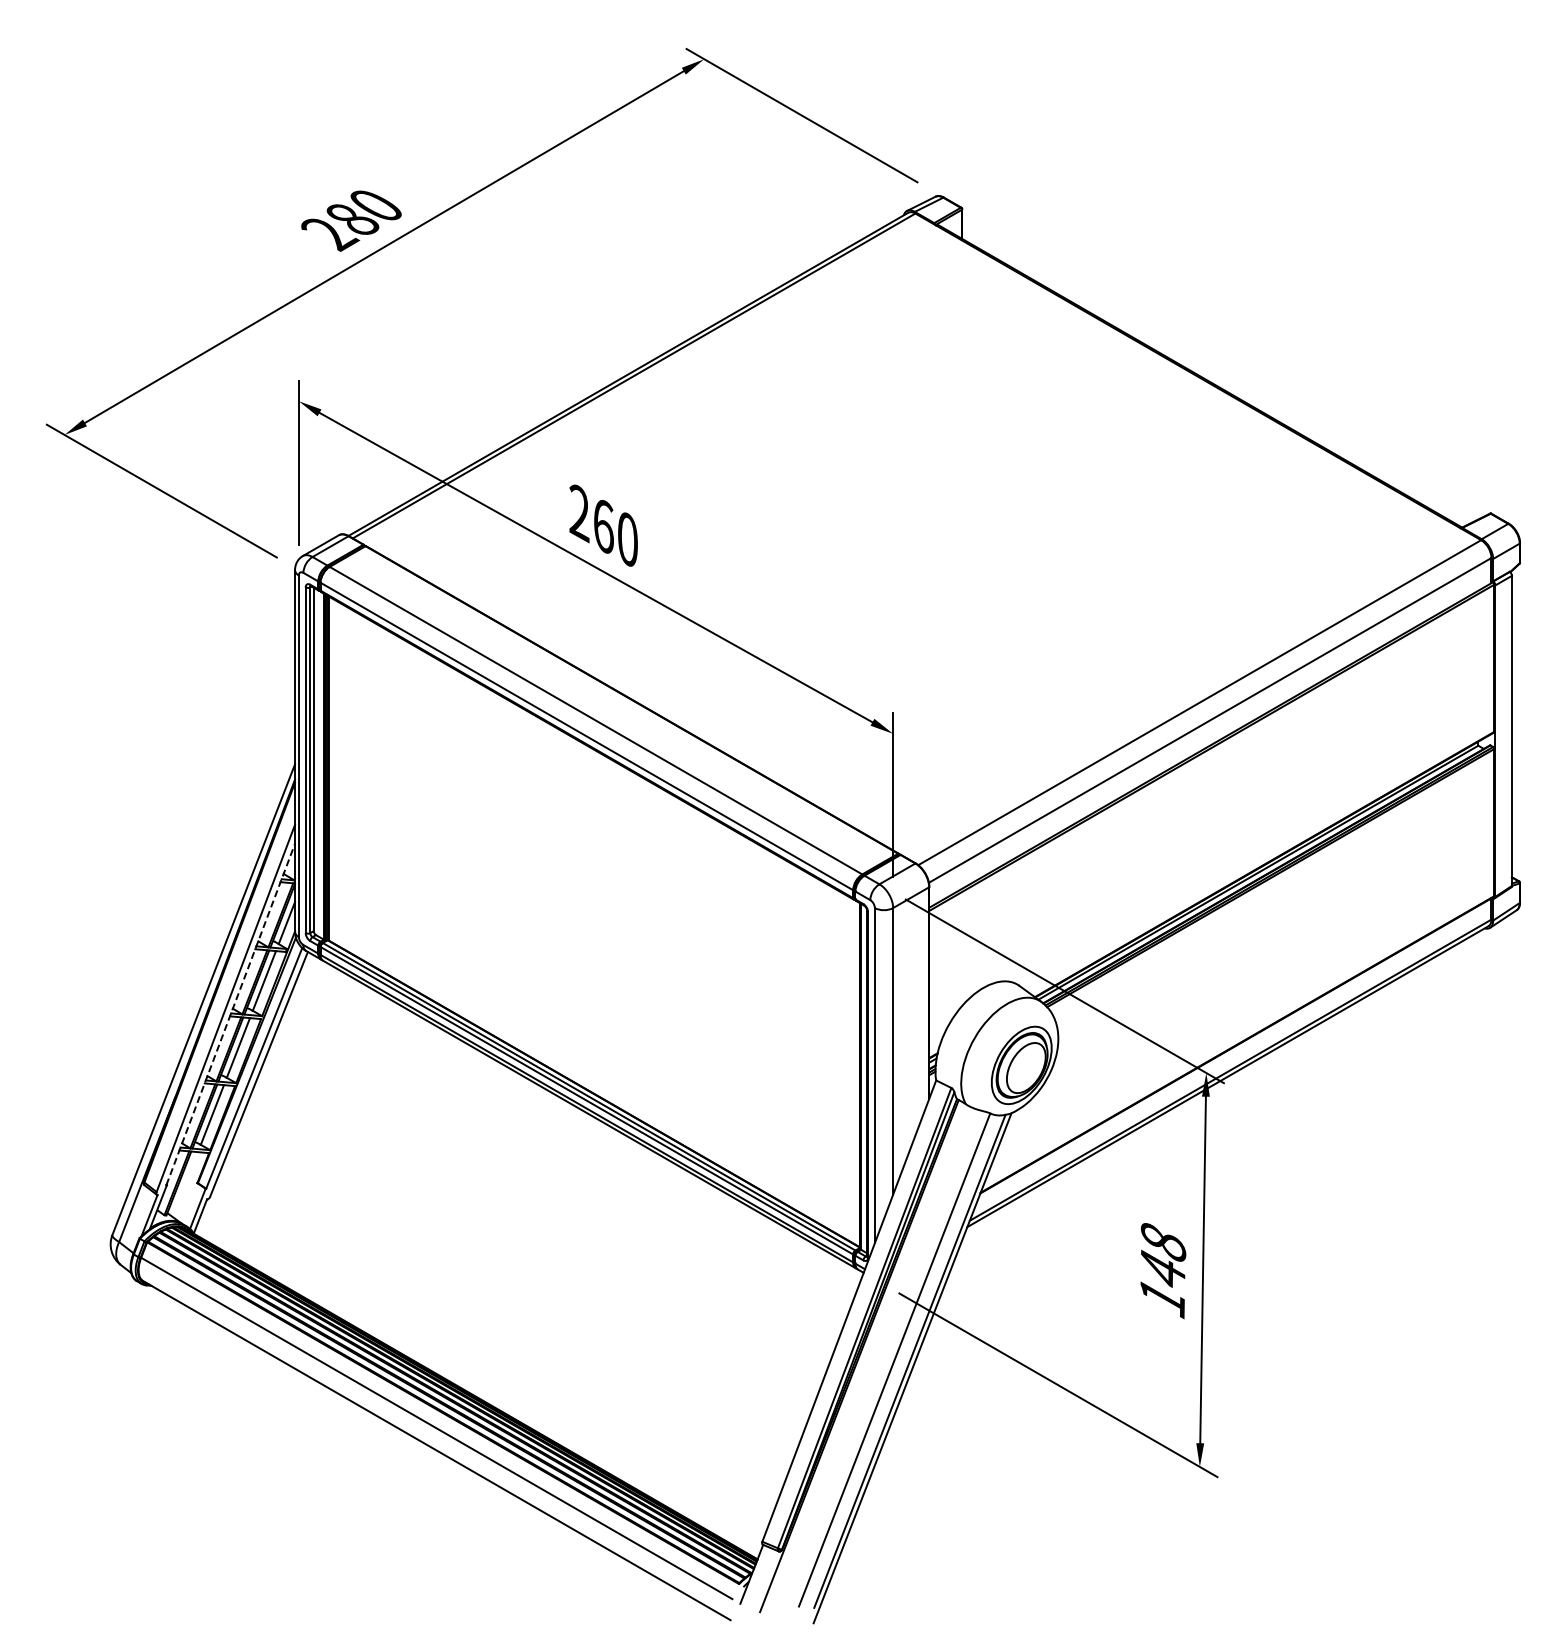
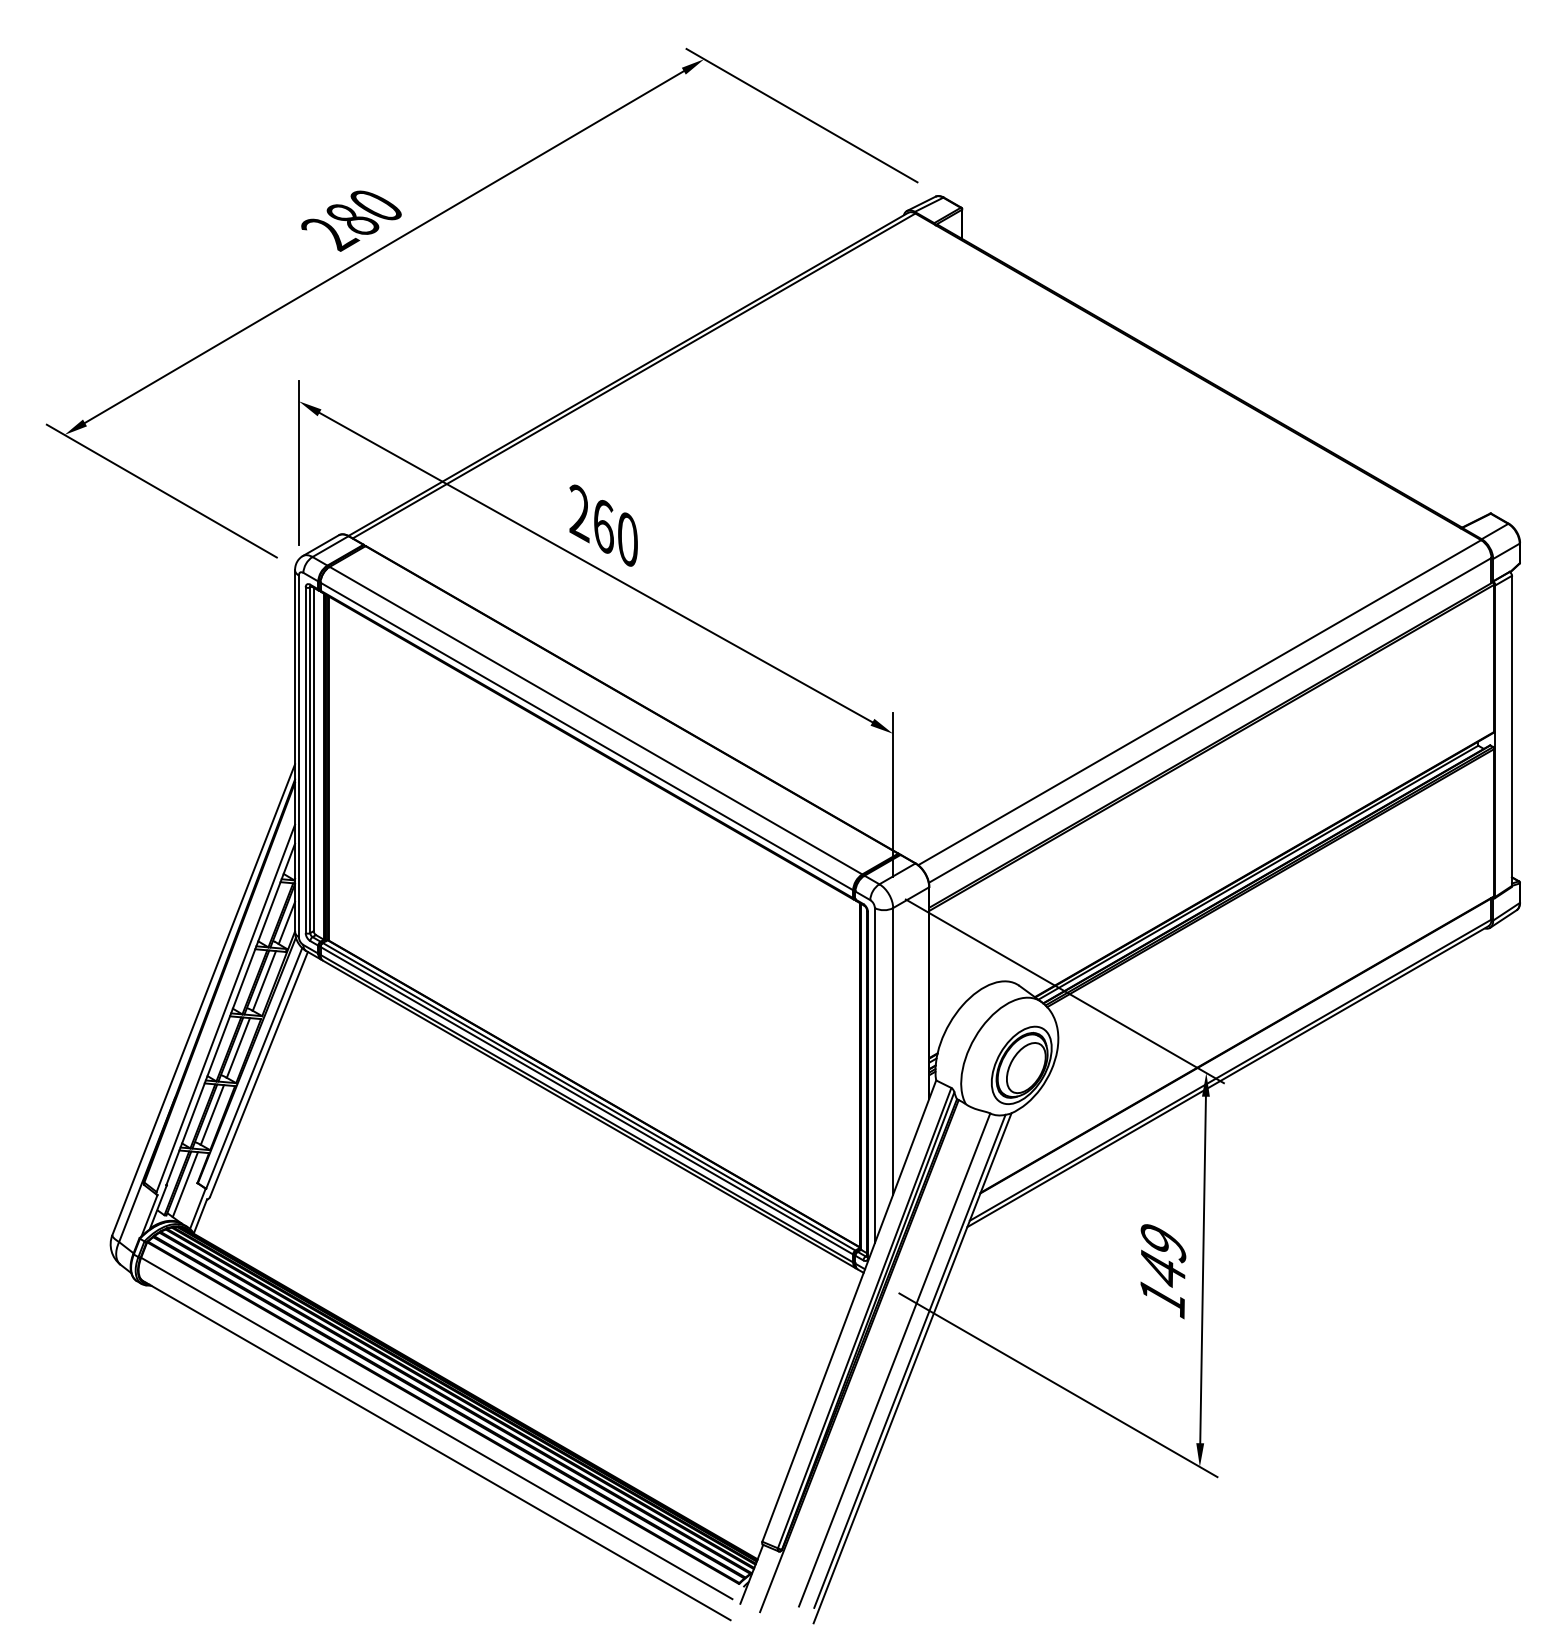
line at (230, 1013): dashed -> solid
line at (185, 1184): none -> present
text at (1163, 1243): 148 -> 149
